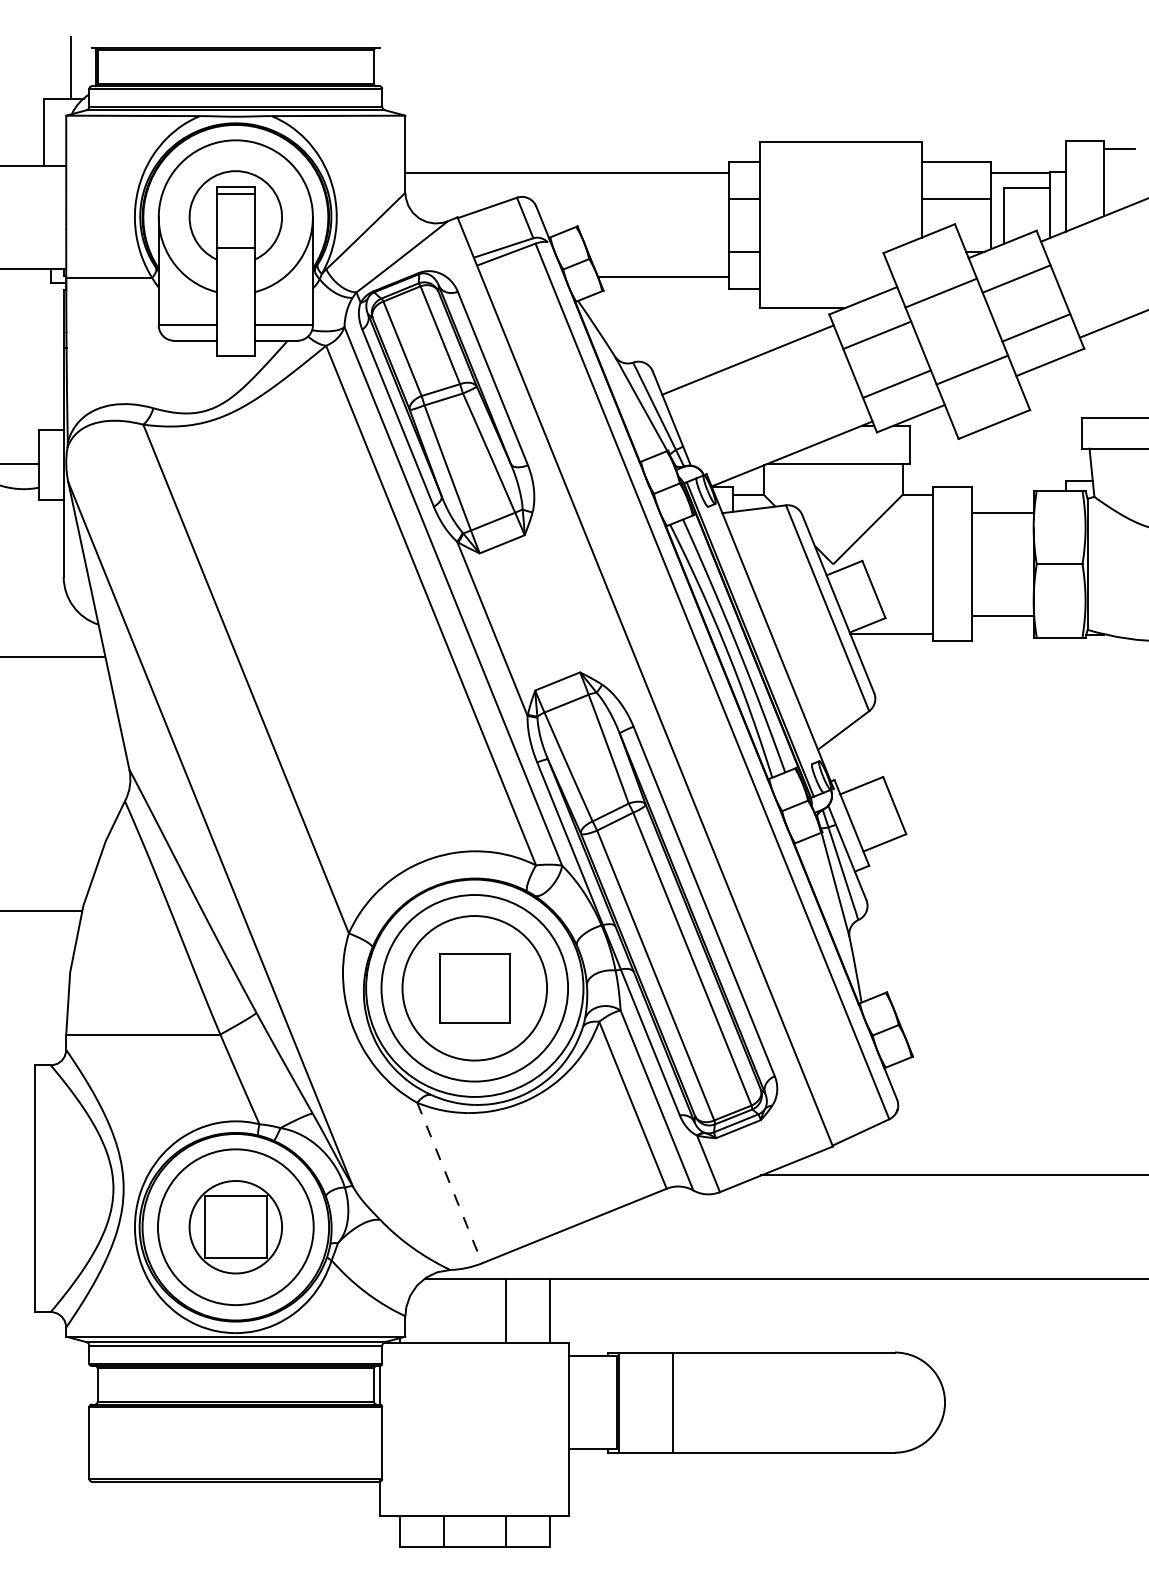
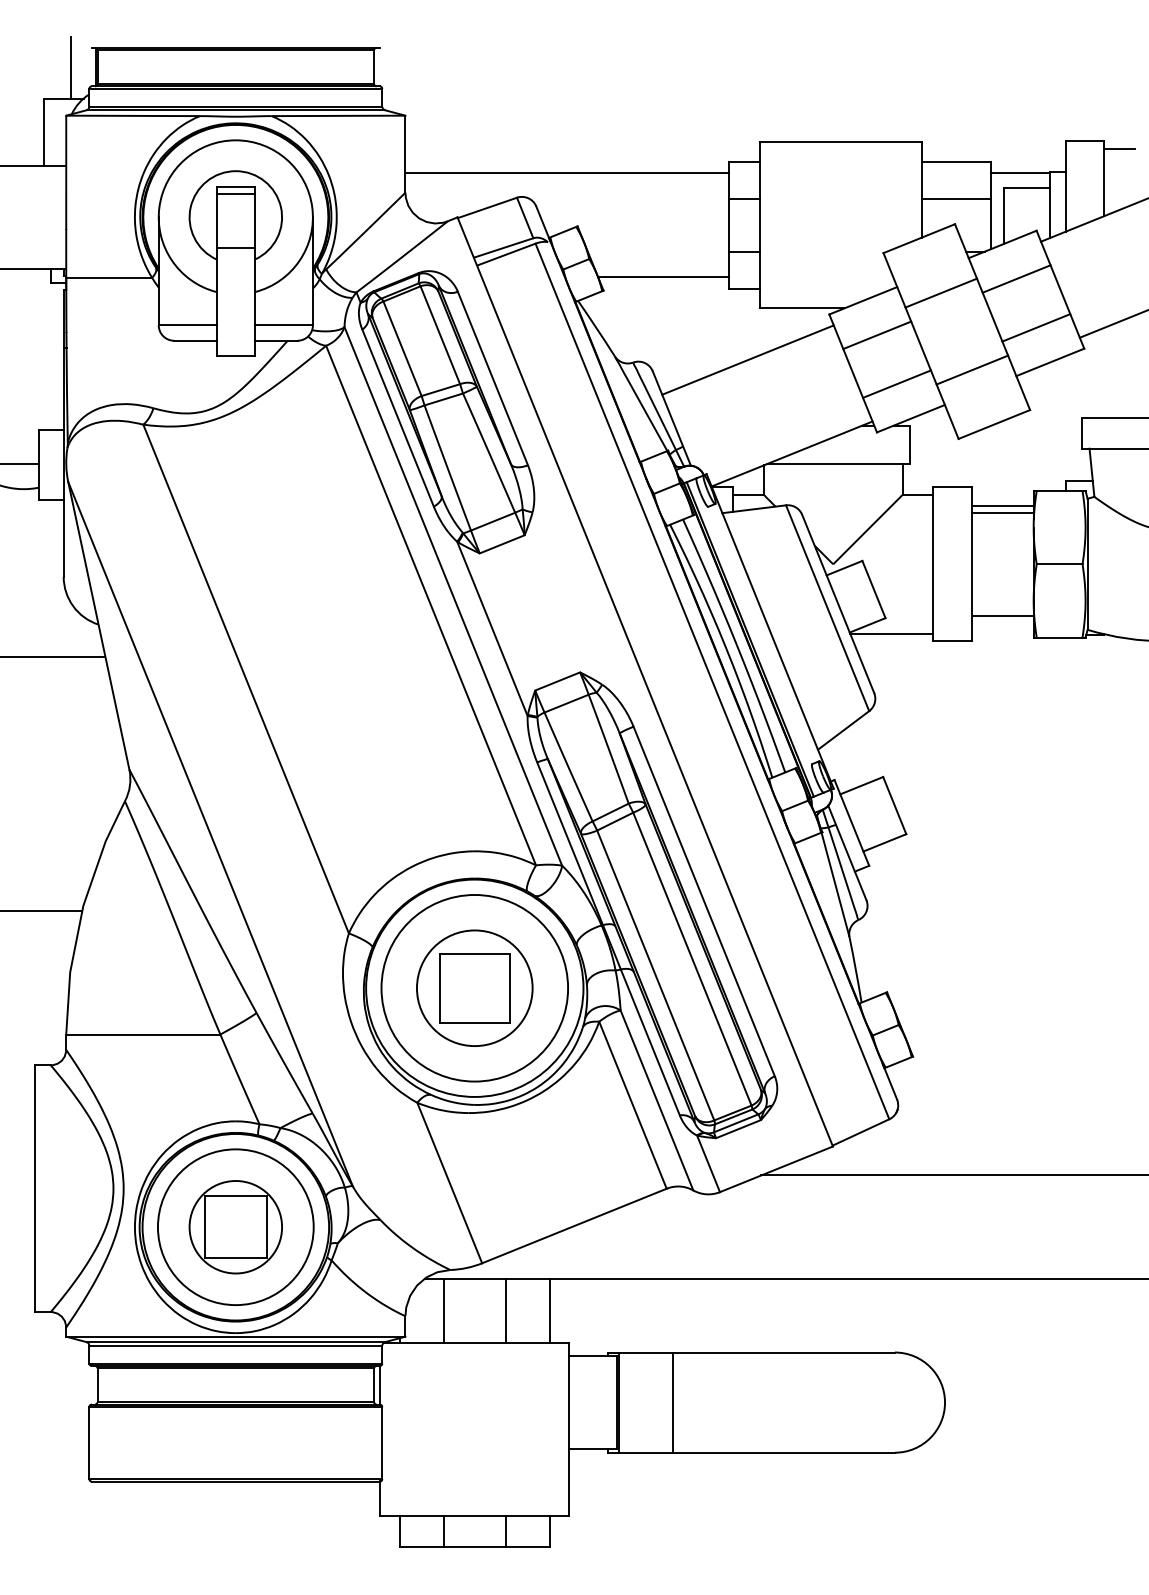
line at (1002, 505): none -> present
circle at (474, 988) diameter: 145 px -> 116 px
line at (449, 1183): dashed -> solid
line at (443, 1310): none -> present
